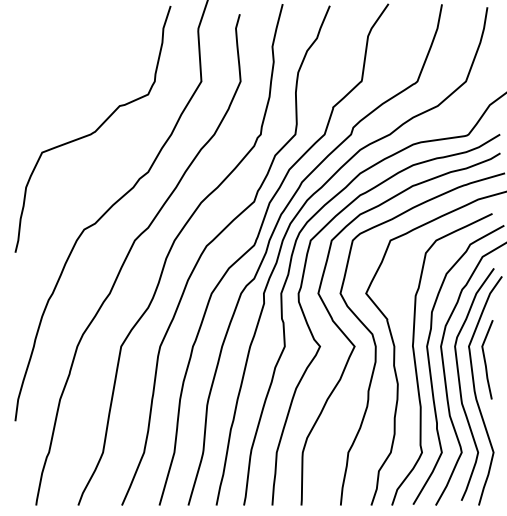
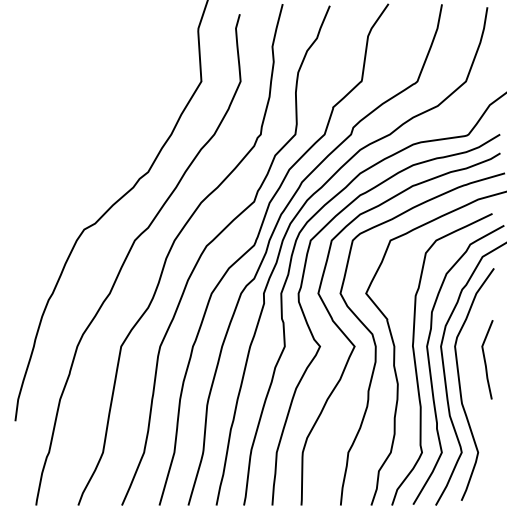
curve at (93, 131): present -> none
curve at (476, 394): present -> none
